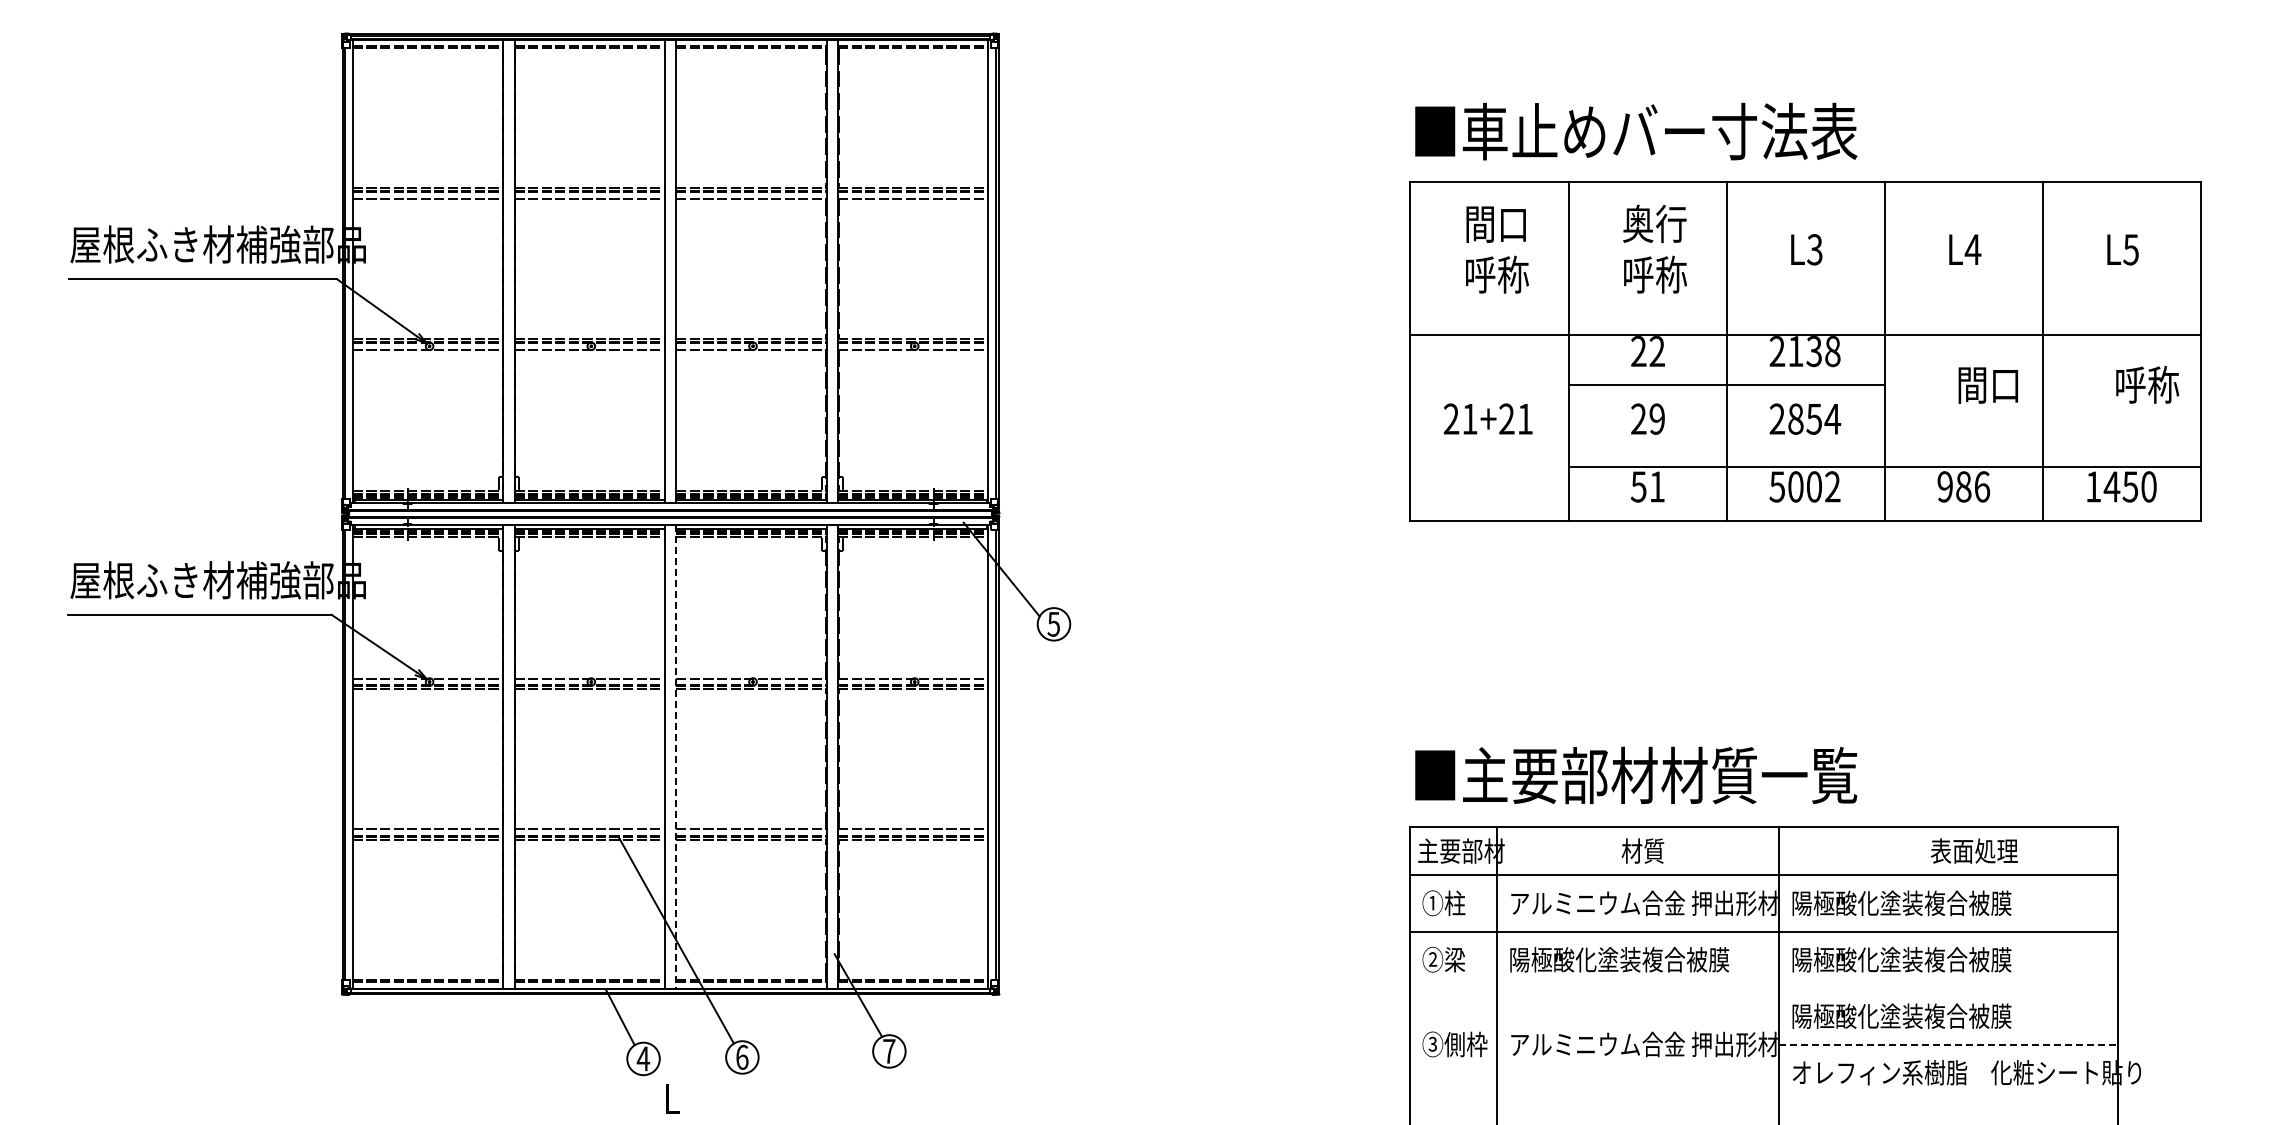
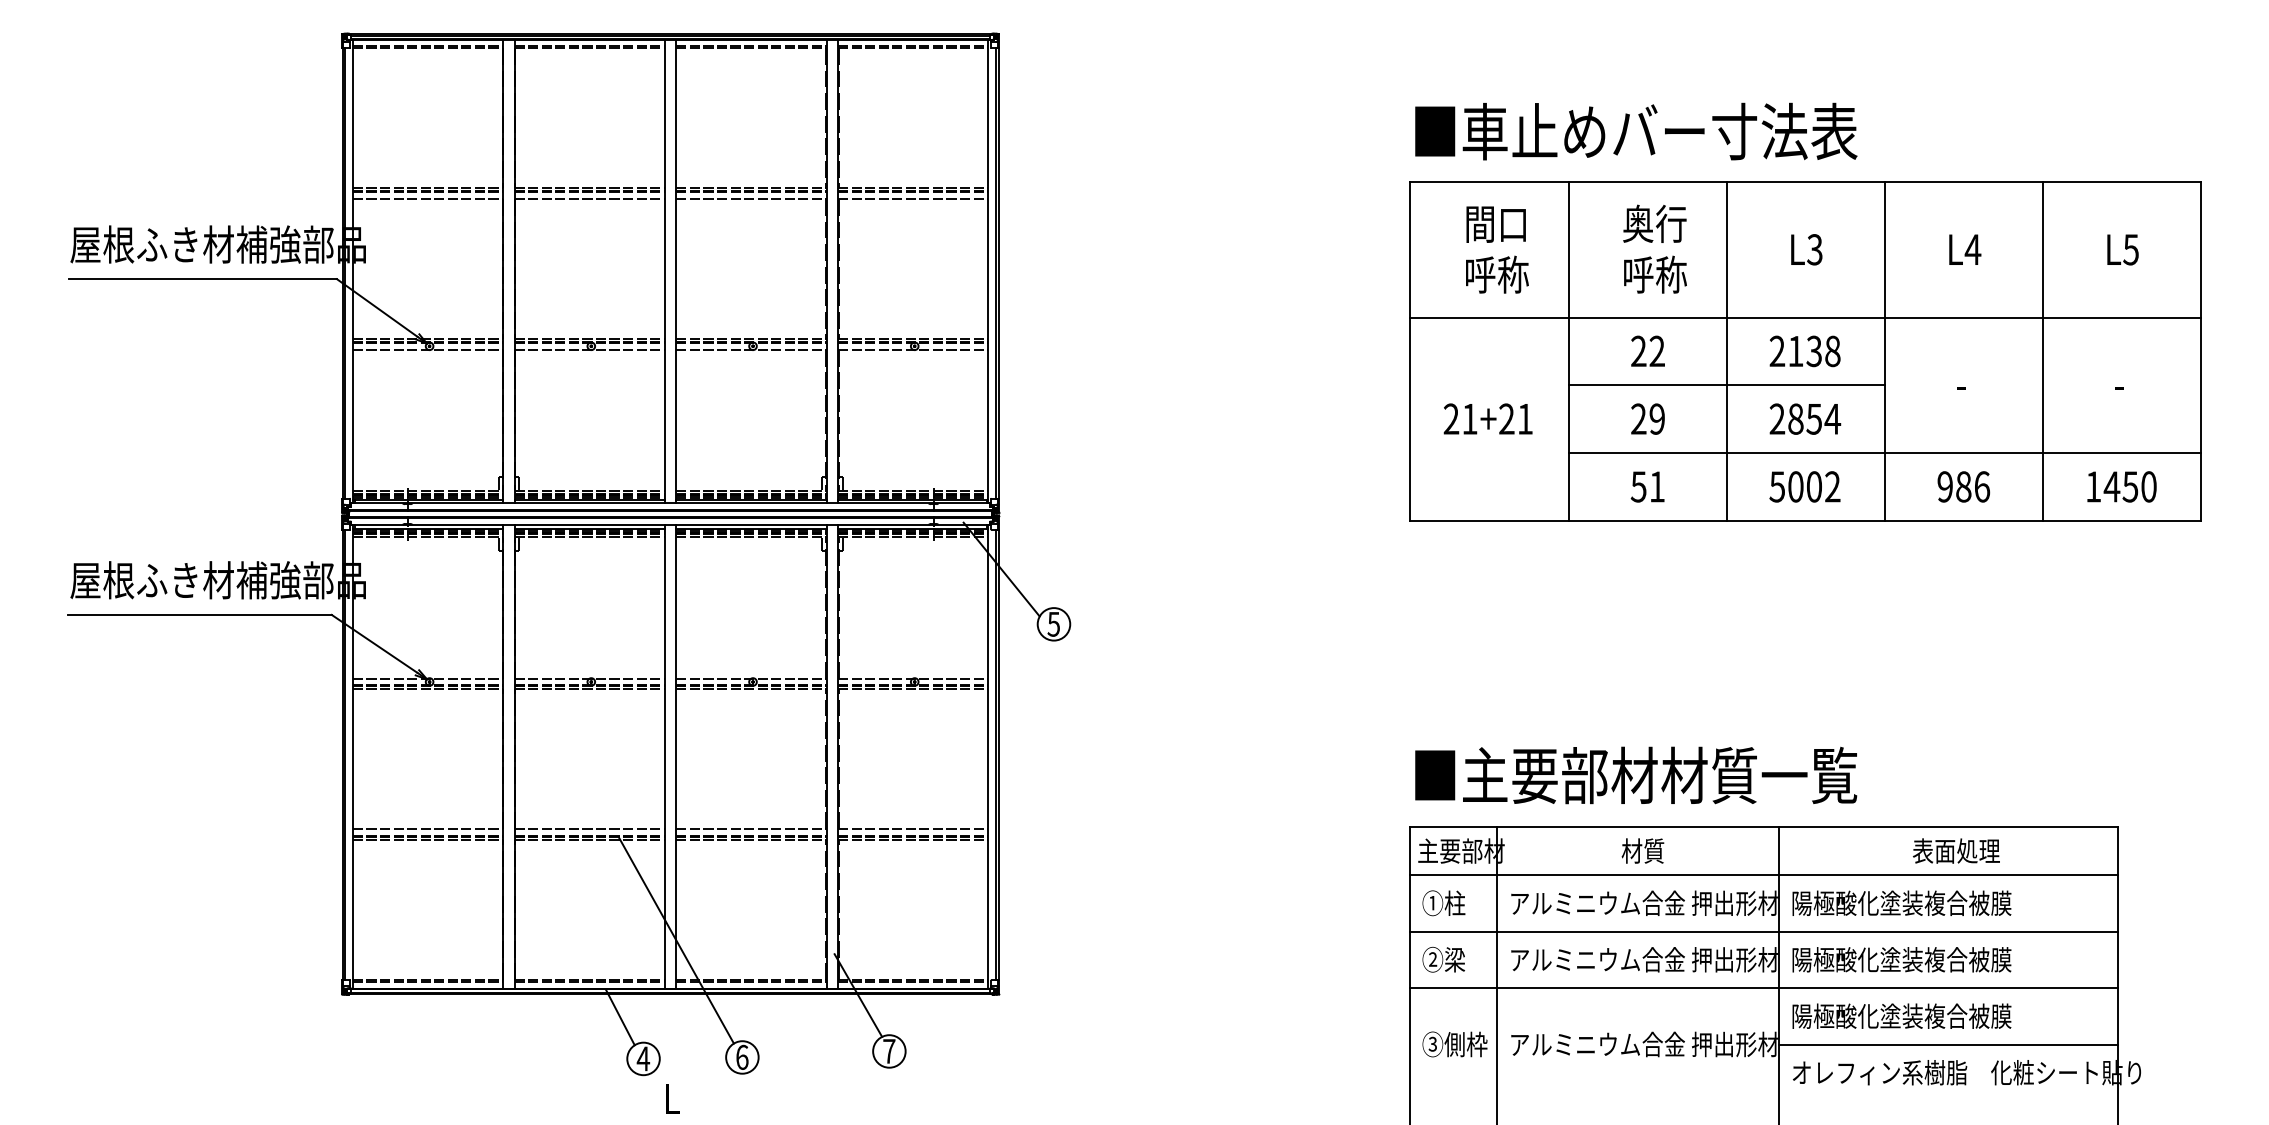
line at (1805, 334) position: (1805, 334) -> (1805, 317)
text at (2147, 384): 呼称 -> -
text at (1987, 385): 間口 -> -
line at (1884, 467) position: (1884, 467) -> (1884, 453)
line at (676, 756): dashed -> solid
text at (1974, 850) position: (1974, 850) -> (1956, 850)
text at (1643, 959): 陽極酸化塗装複合被膜 -> アルミニウム合金 押出形材
line at (1764, 988): none -> present
line at (1949, 1044): dashed -> solid
